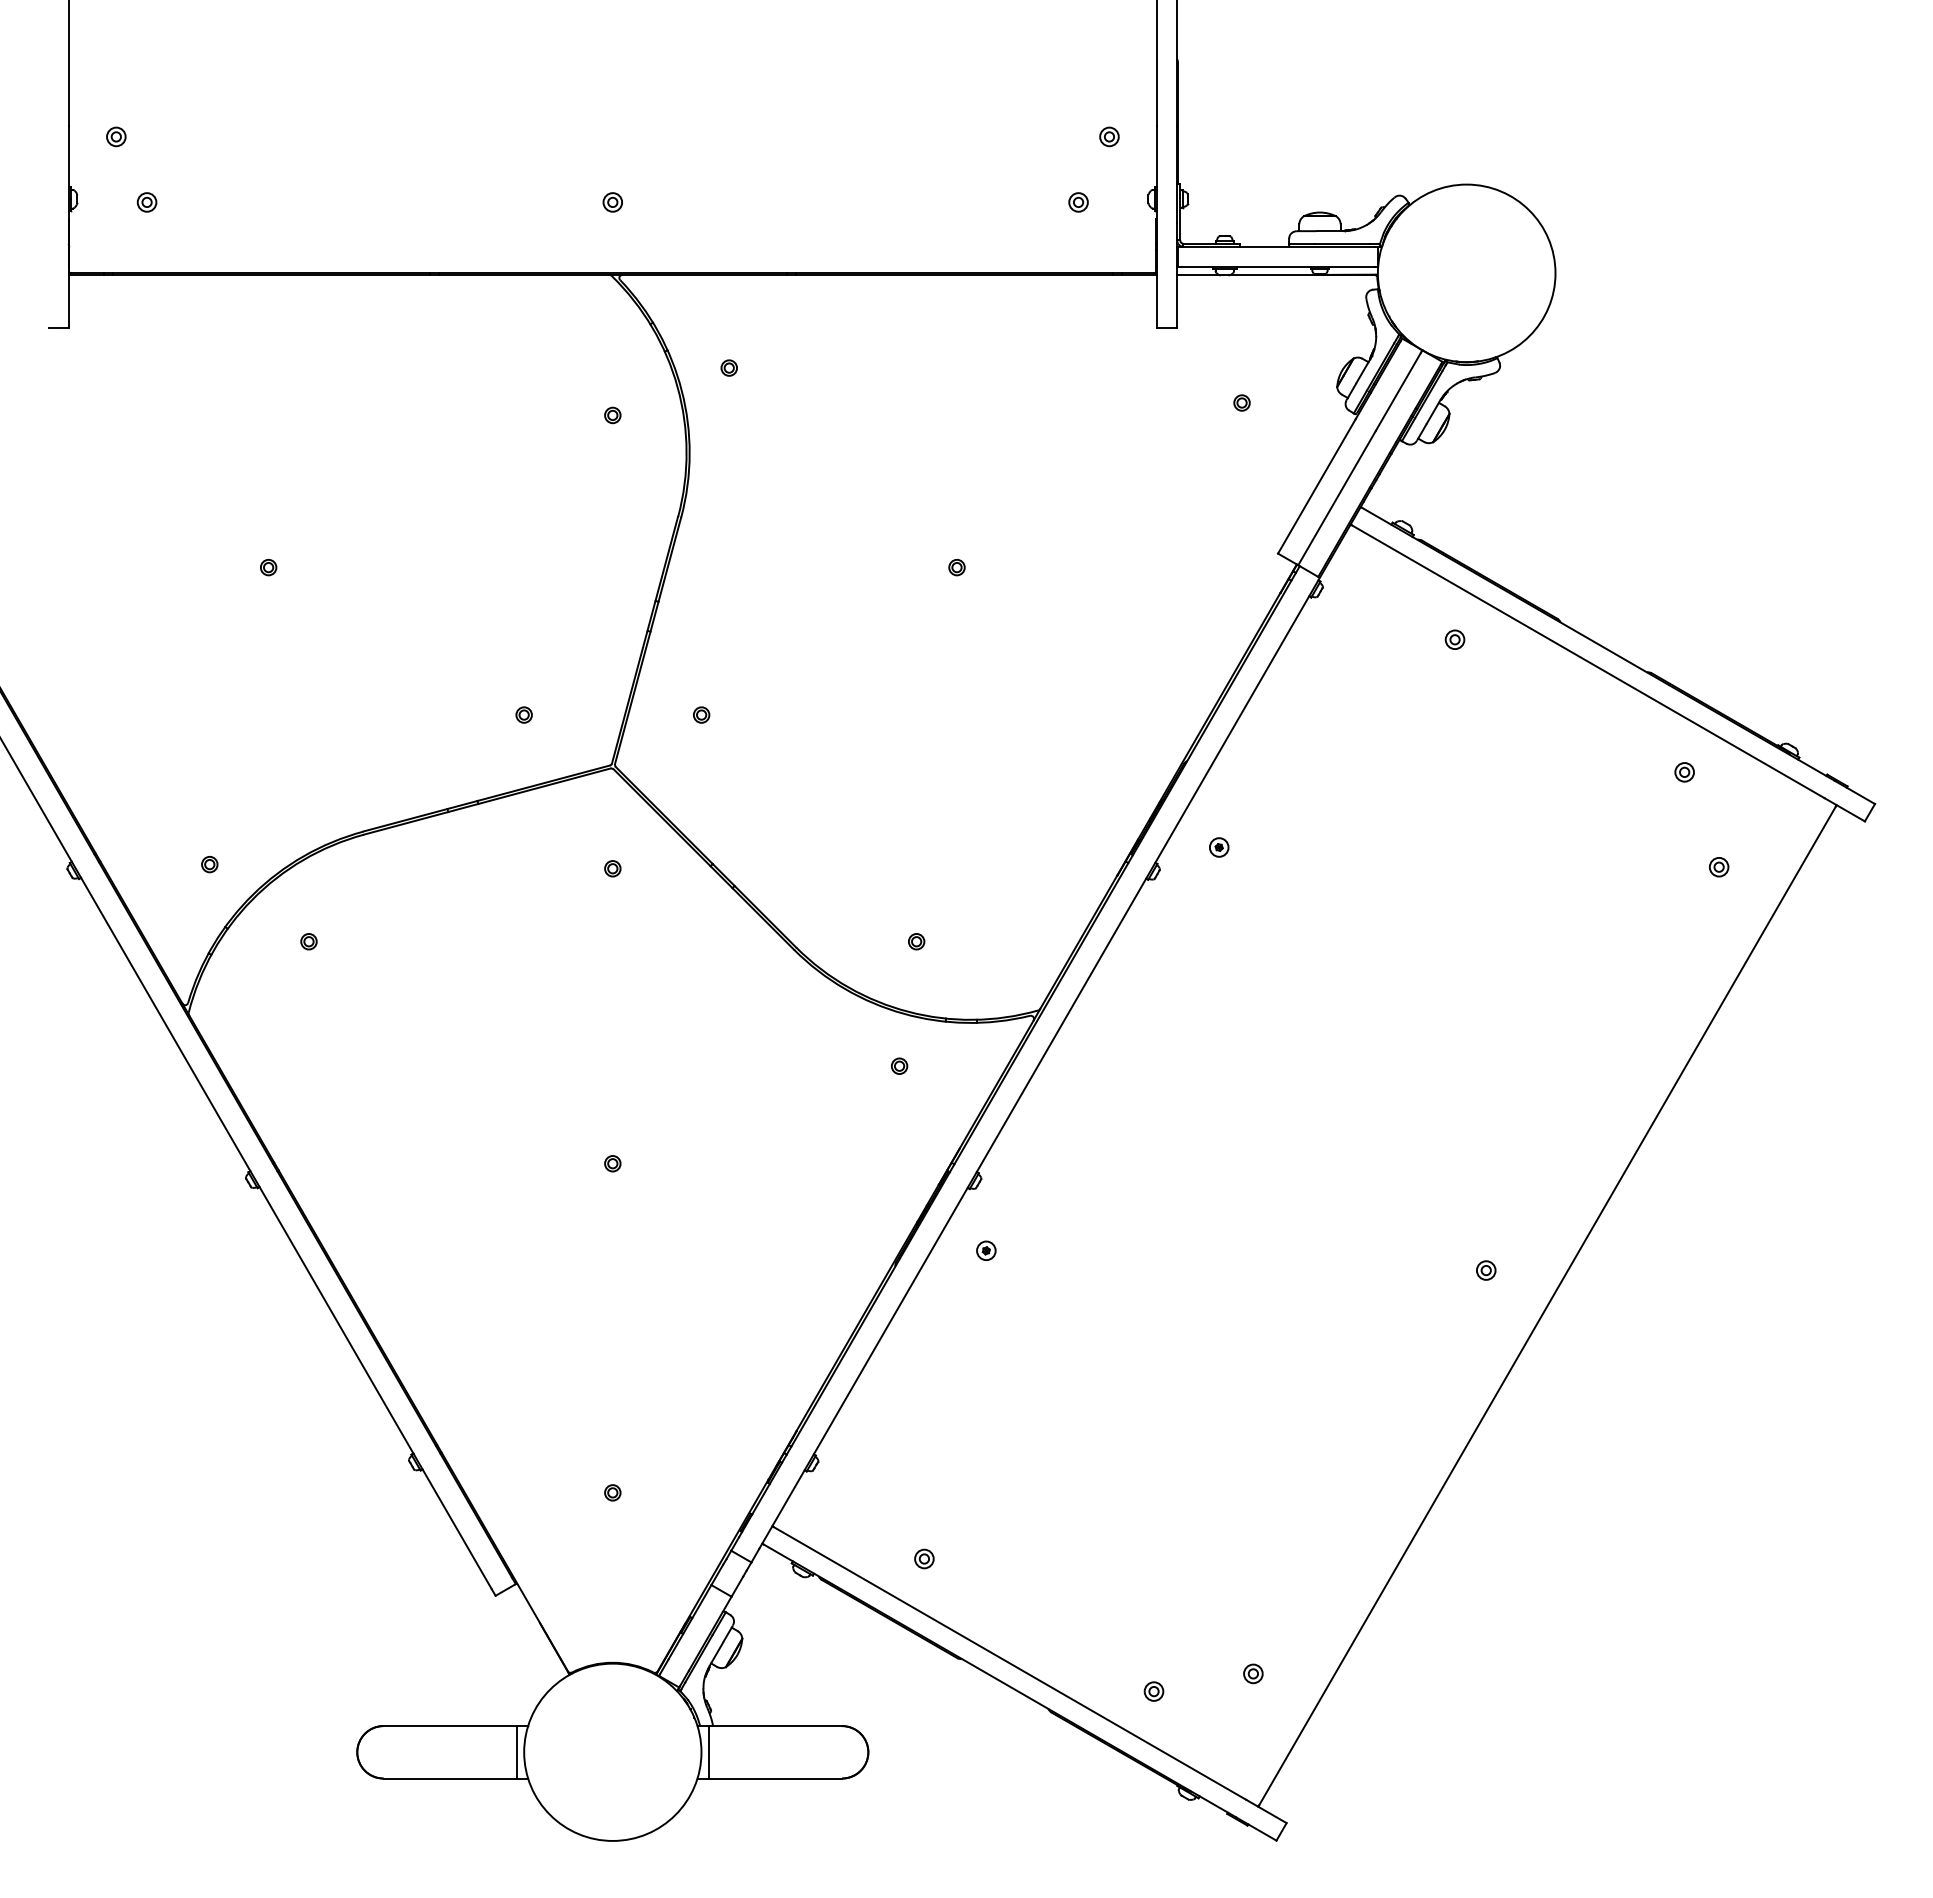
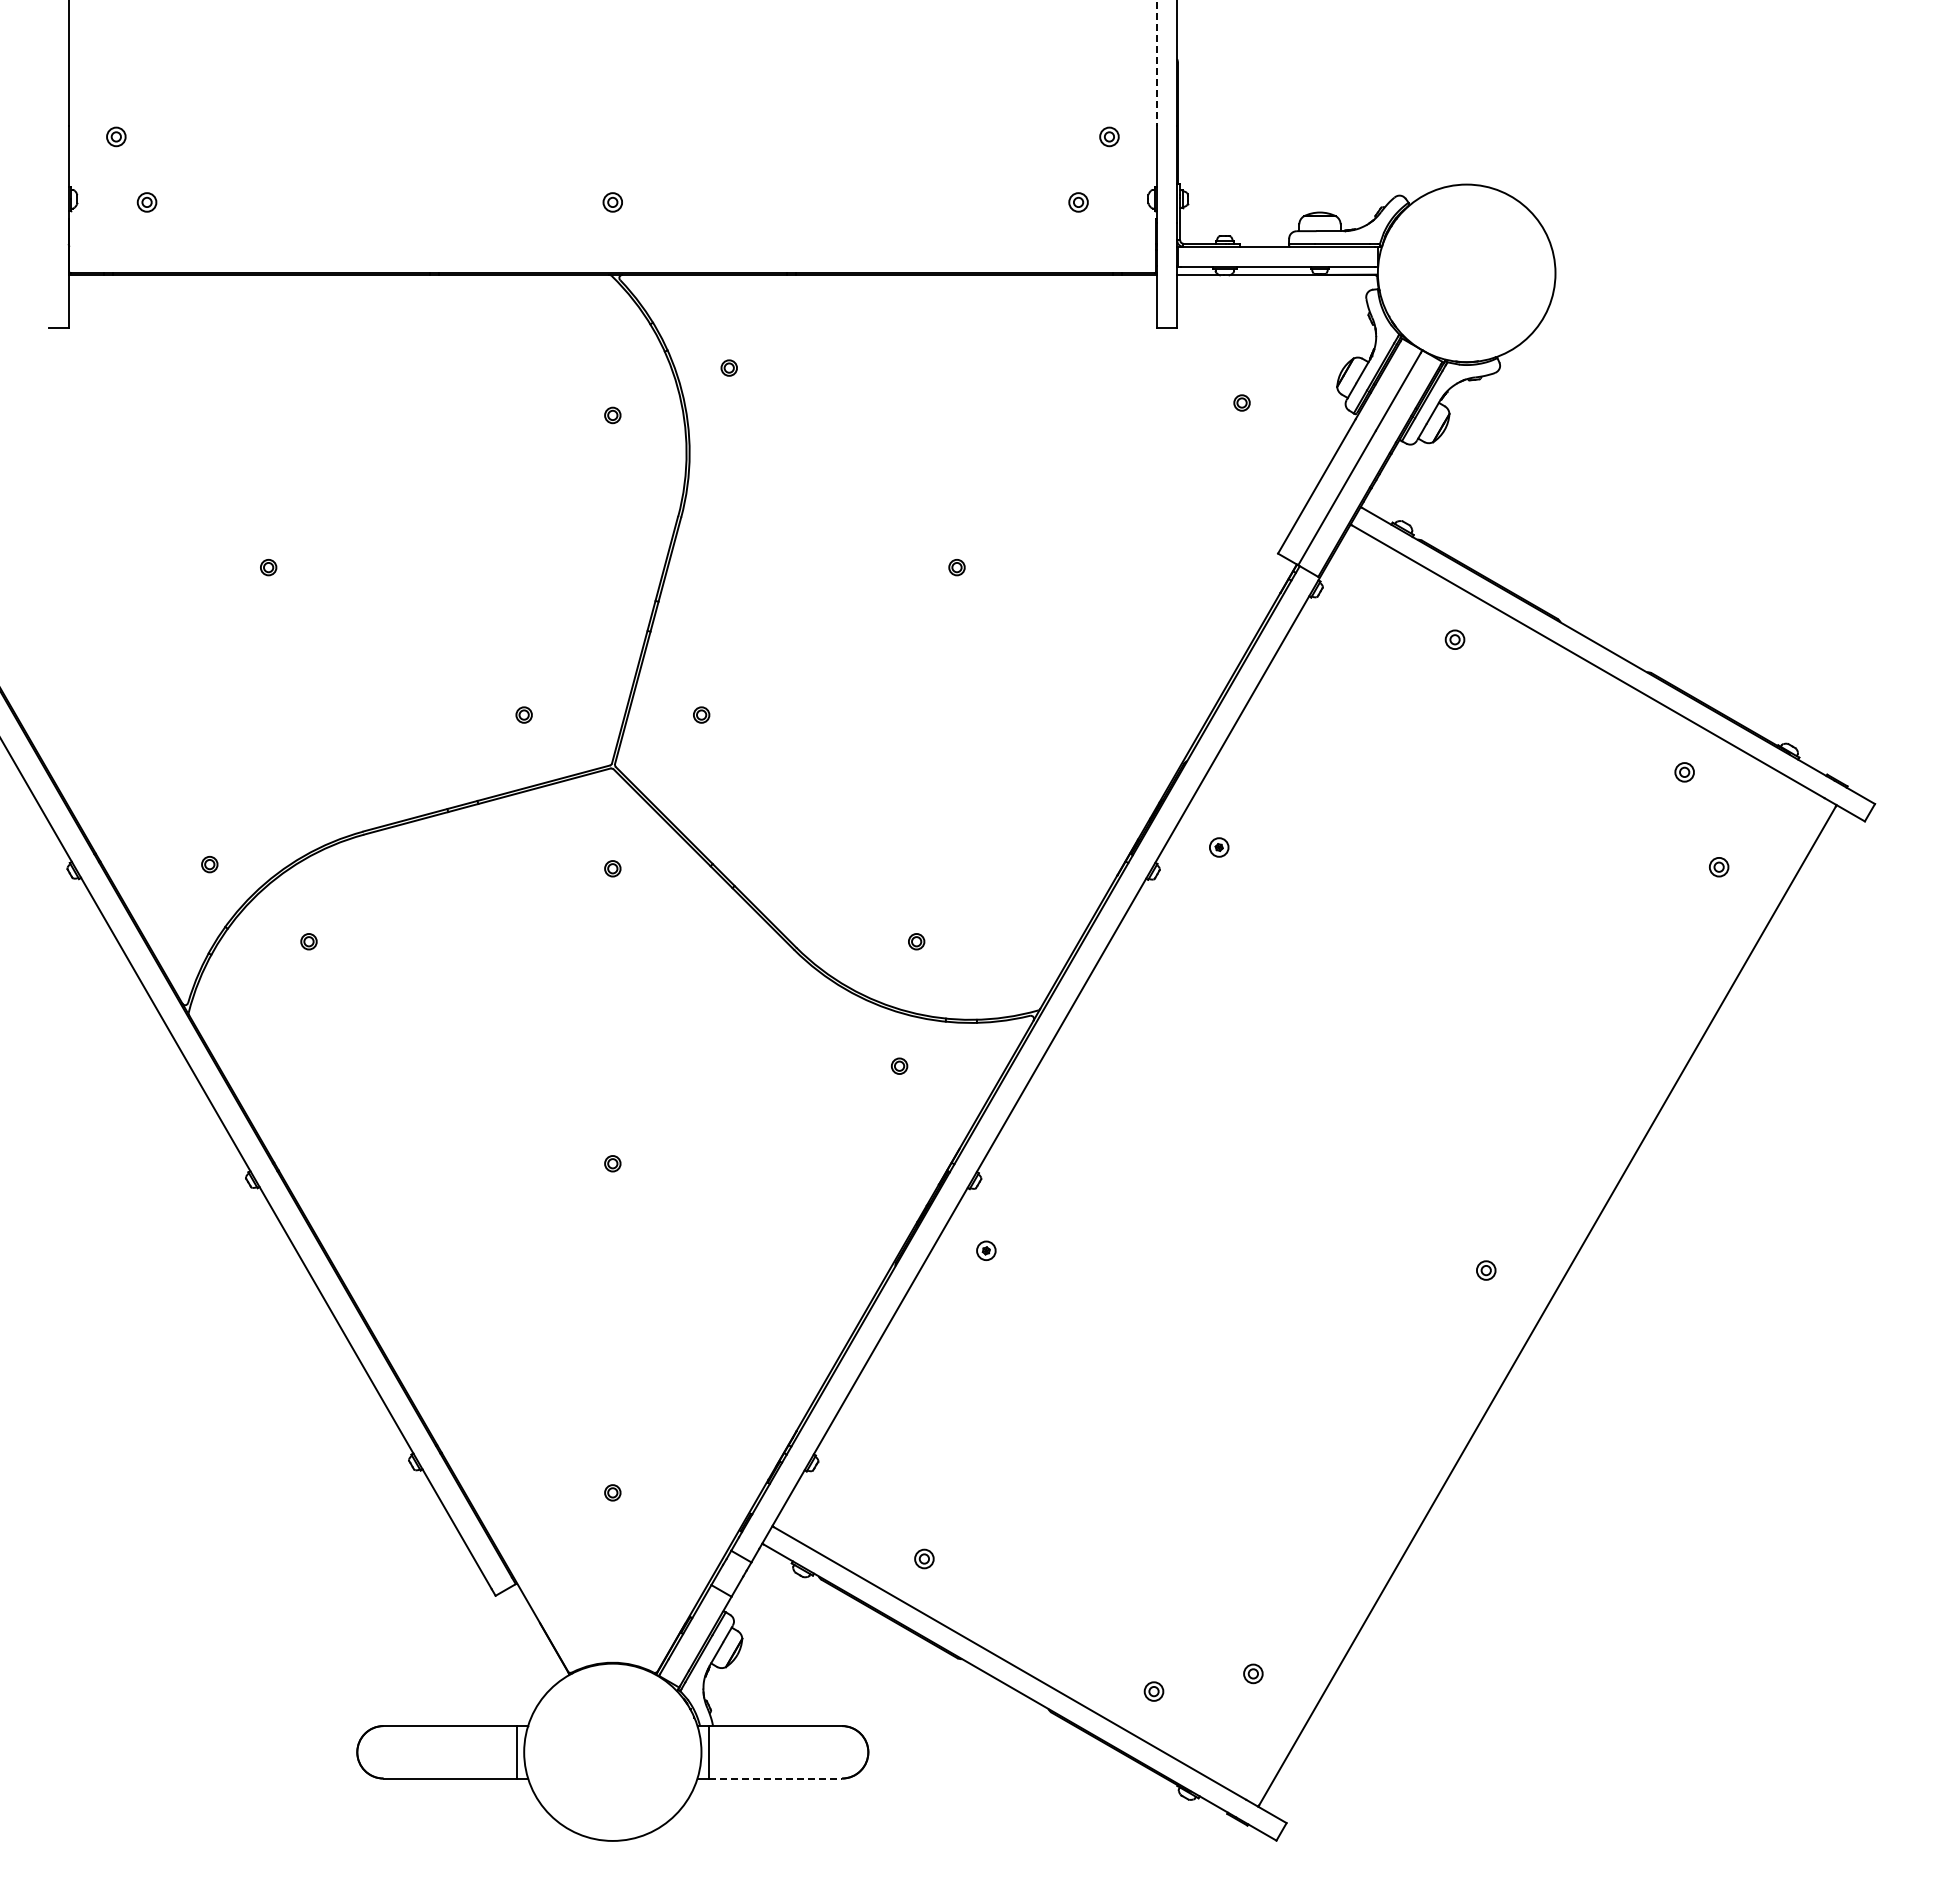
line at (1156, 63): solid -> dashed
line at (775, 1778): solid -> dashed
